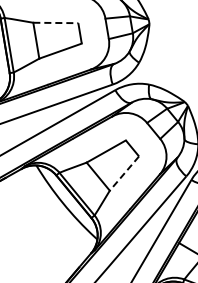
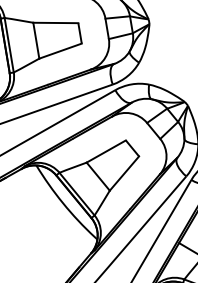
line at (55, 22): dashed -> solid
line at (124, 173): dashed -> solid
